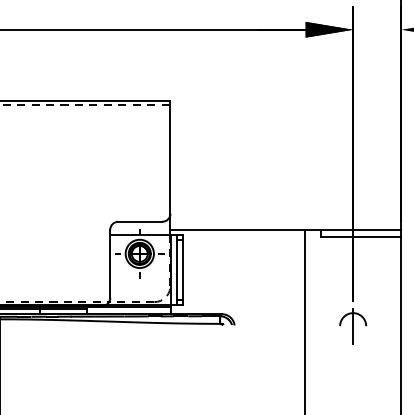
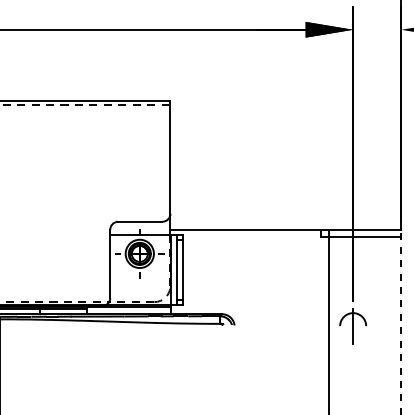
line at (304, 320) position: (304, 320) -> (328, 320)
line at (401, 321): solid -> dashed
